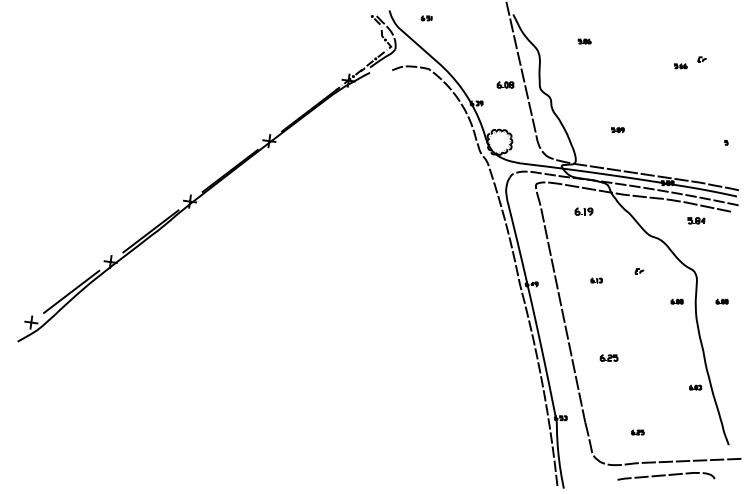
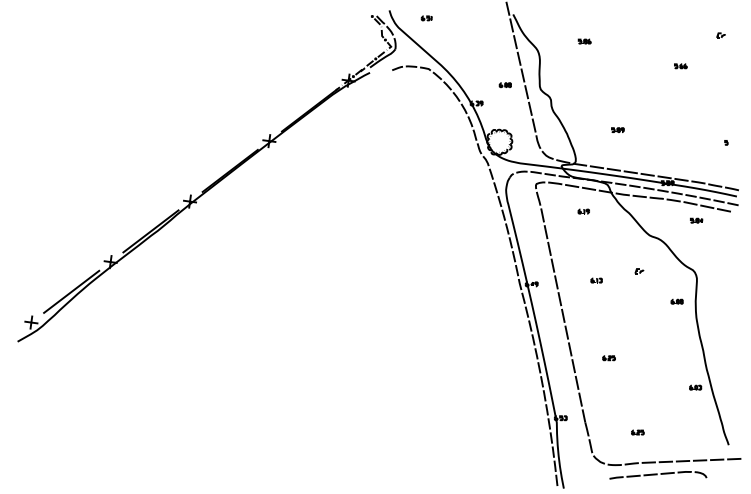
part at (701, 59) position: (701, 59) -> (720, 35)
part at (505, 84) size: 19x8 px -> 14x7 px
part at (583, 211) size: 20x9 px -> 13x7 px
part at (696, 220) size: 19x8 px -> 14x7 px
part at (721, 301): present -> none
part at (608, 357) size: 20x8 px -> 14x7 px
part at (666, 476) position: (666, 476) -> (658, 475)
